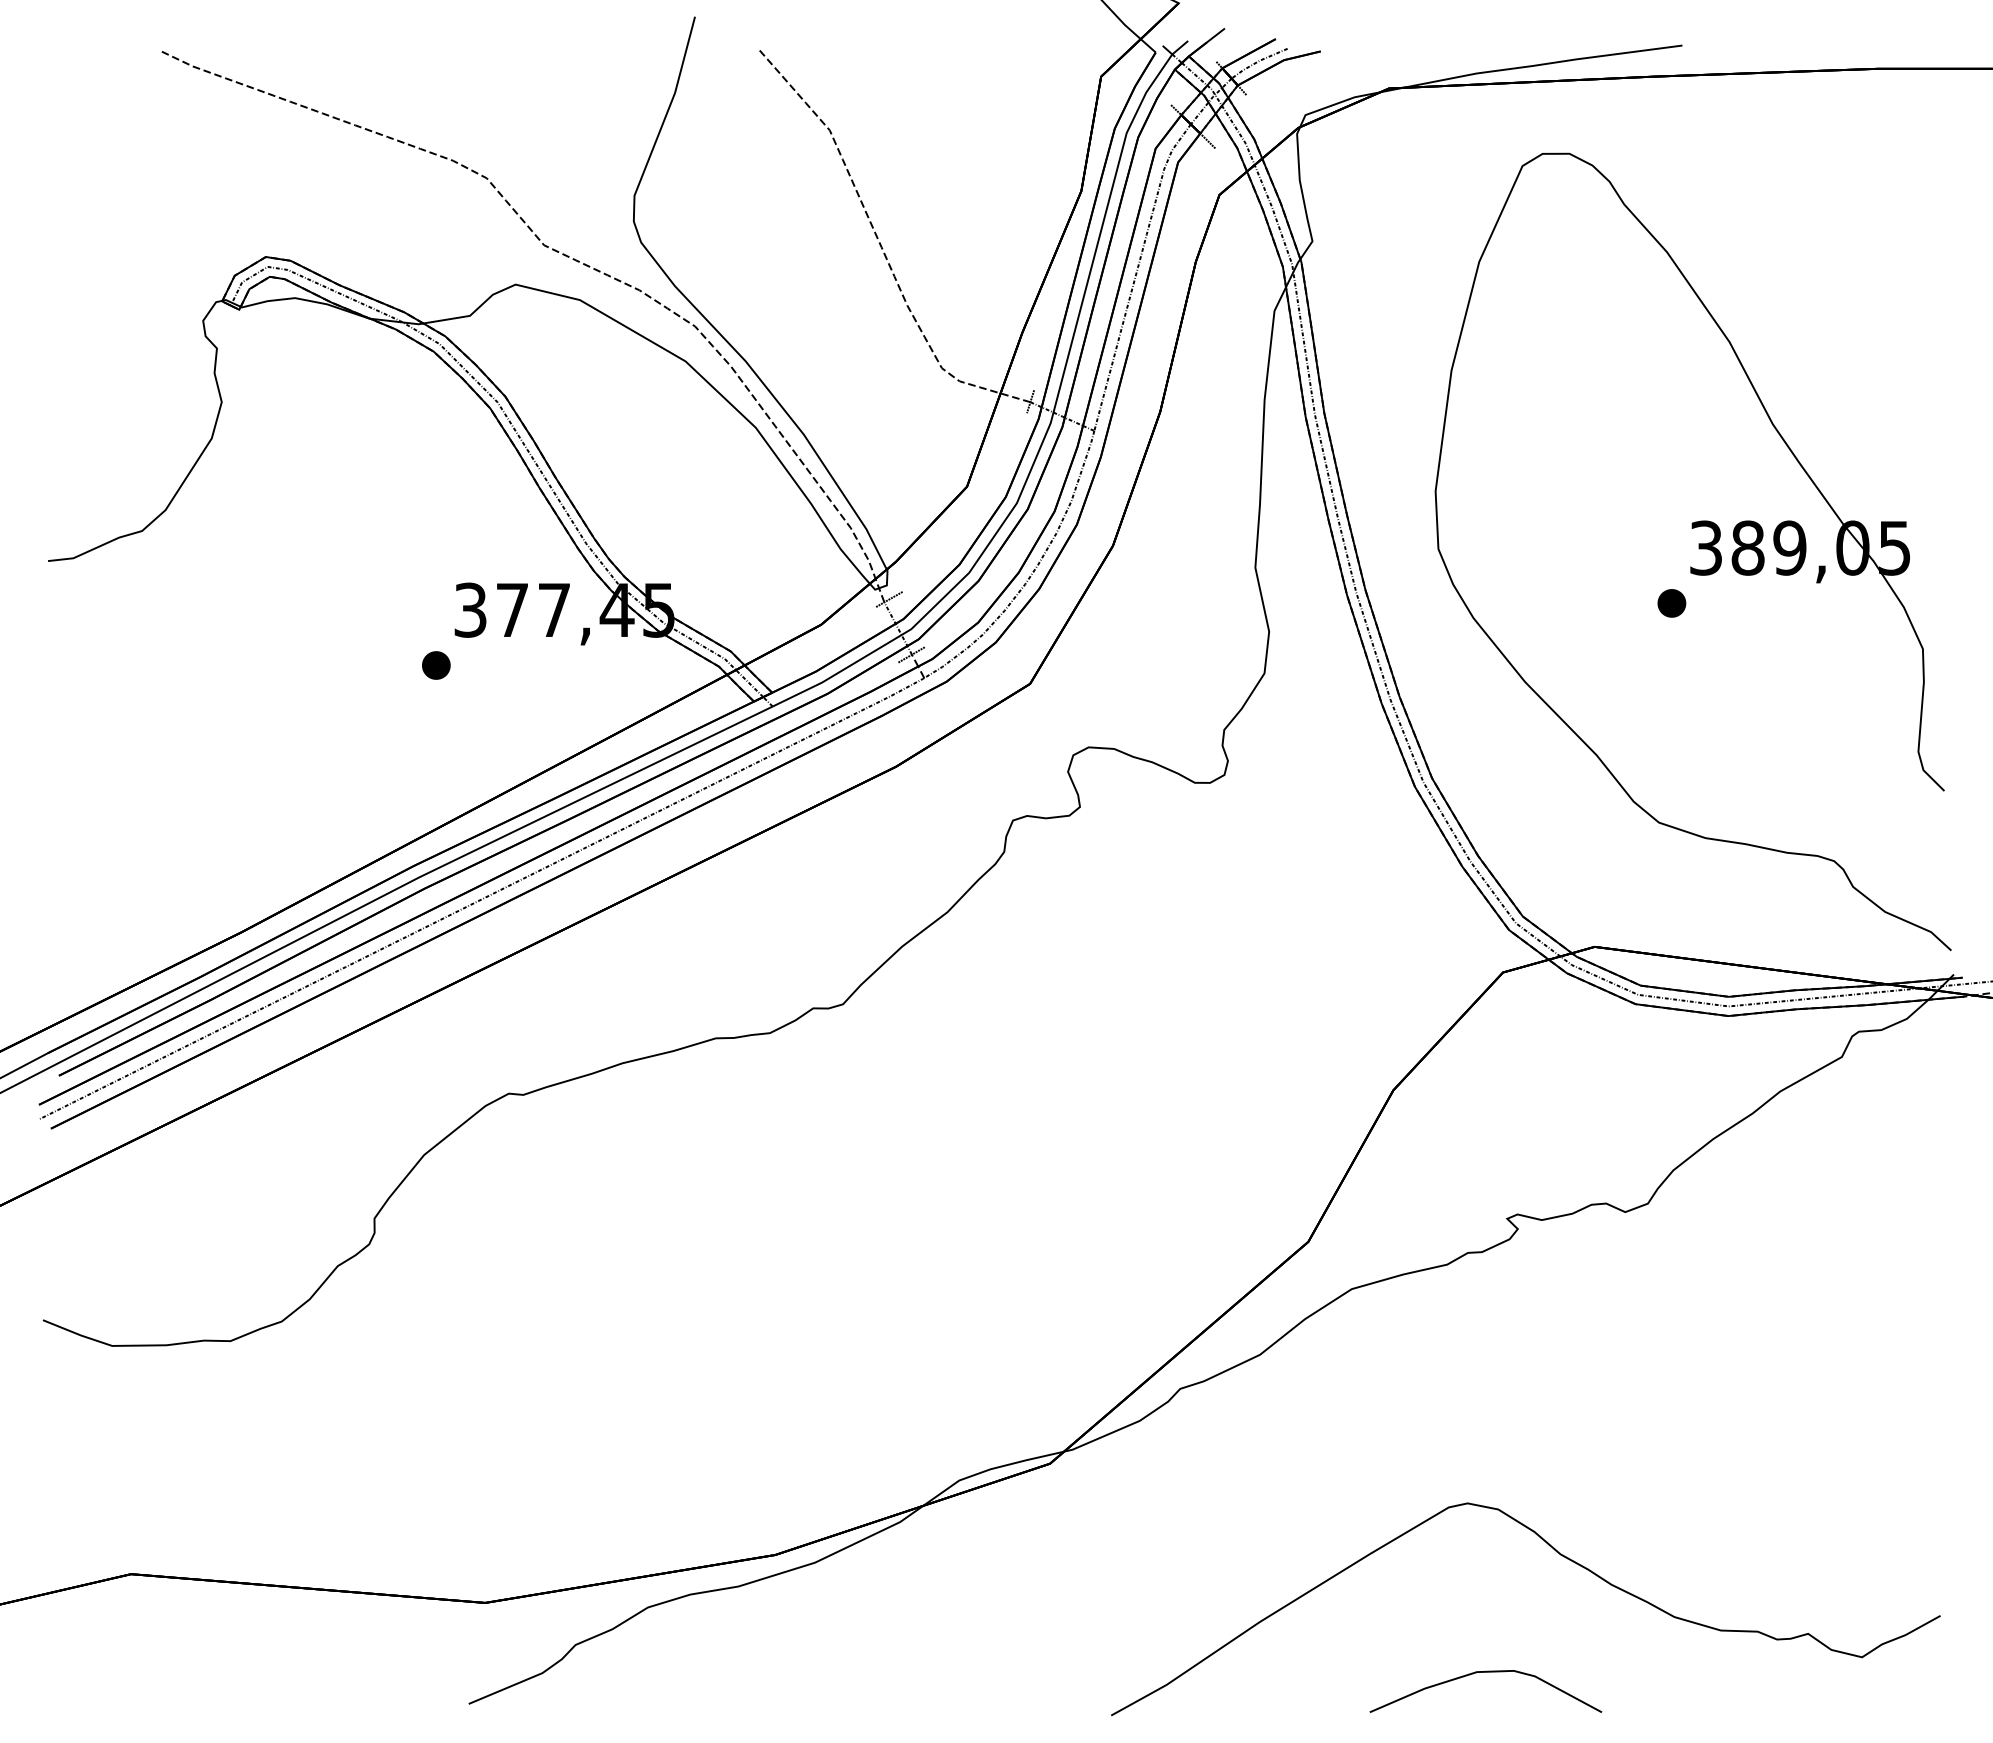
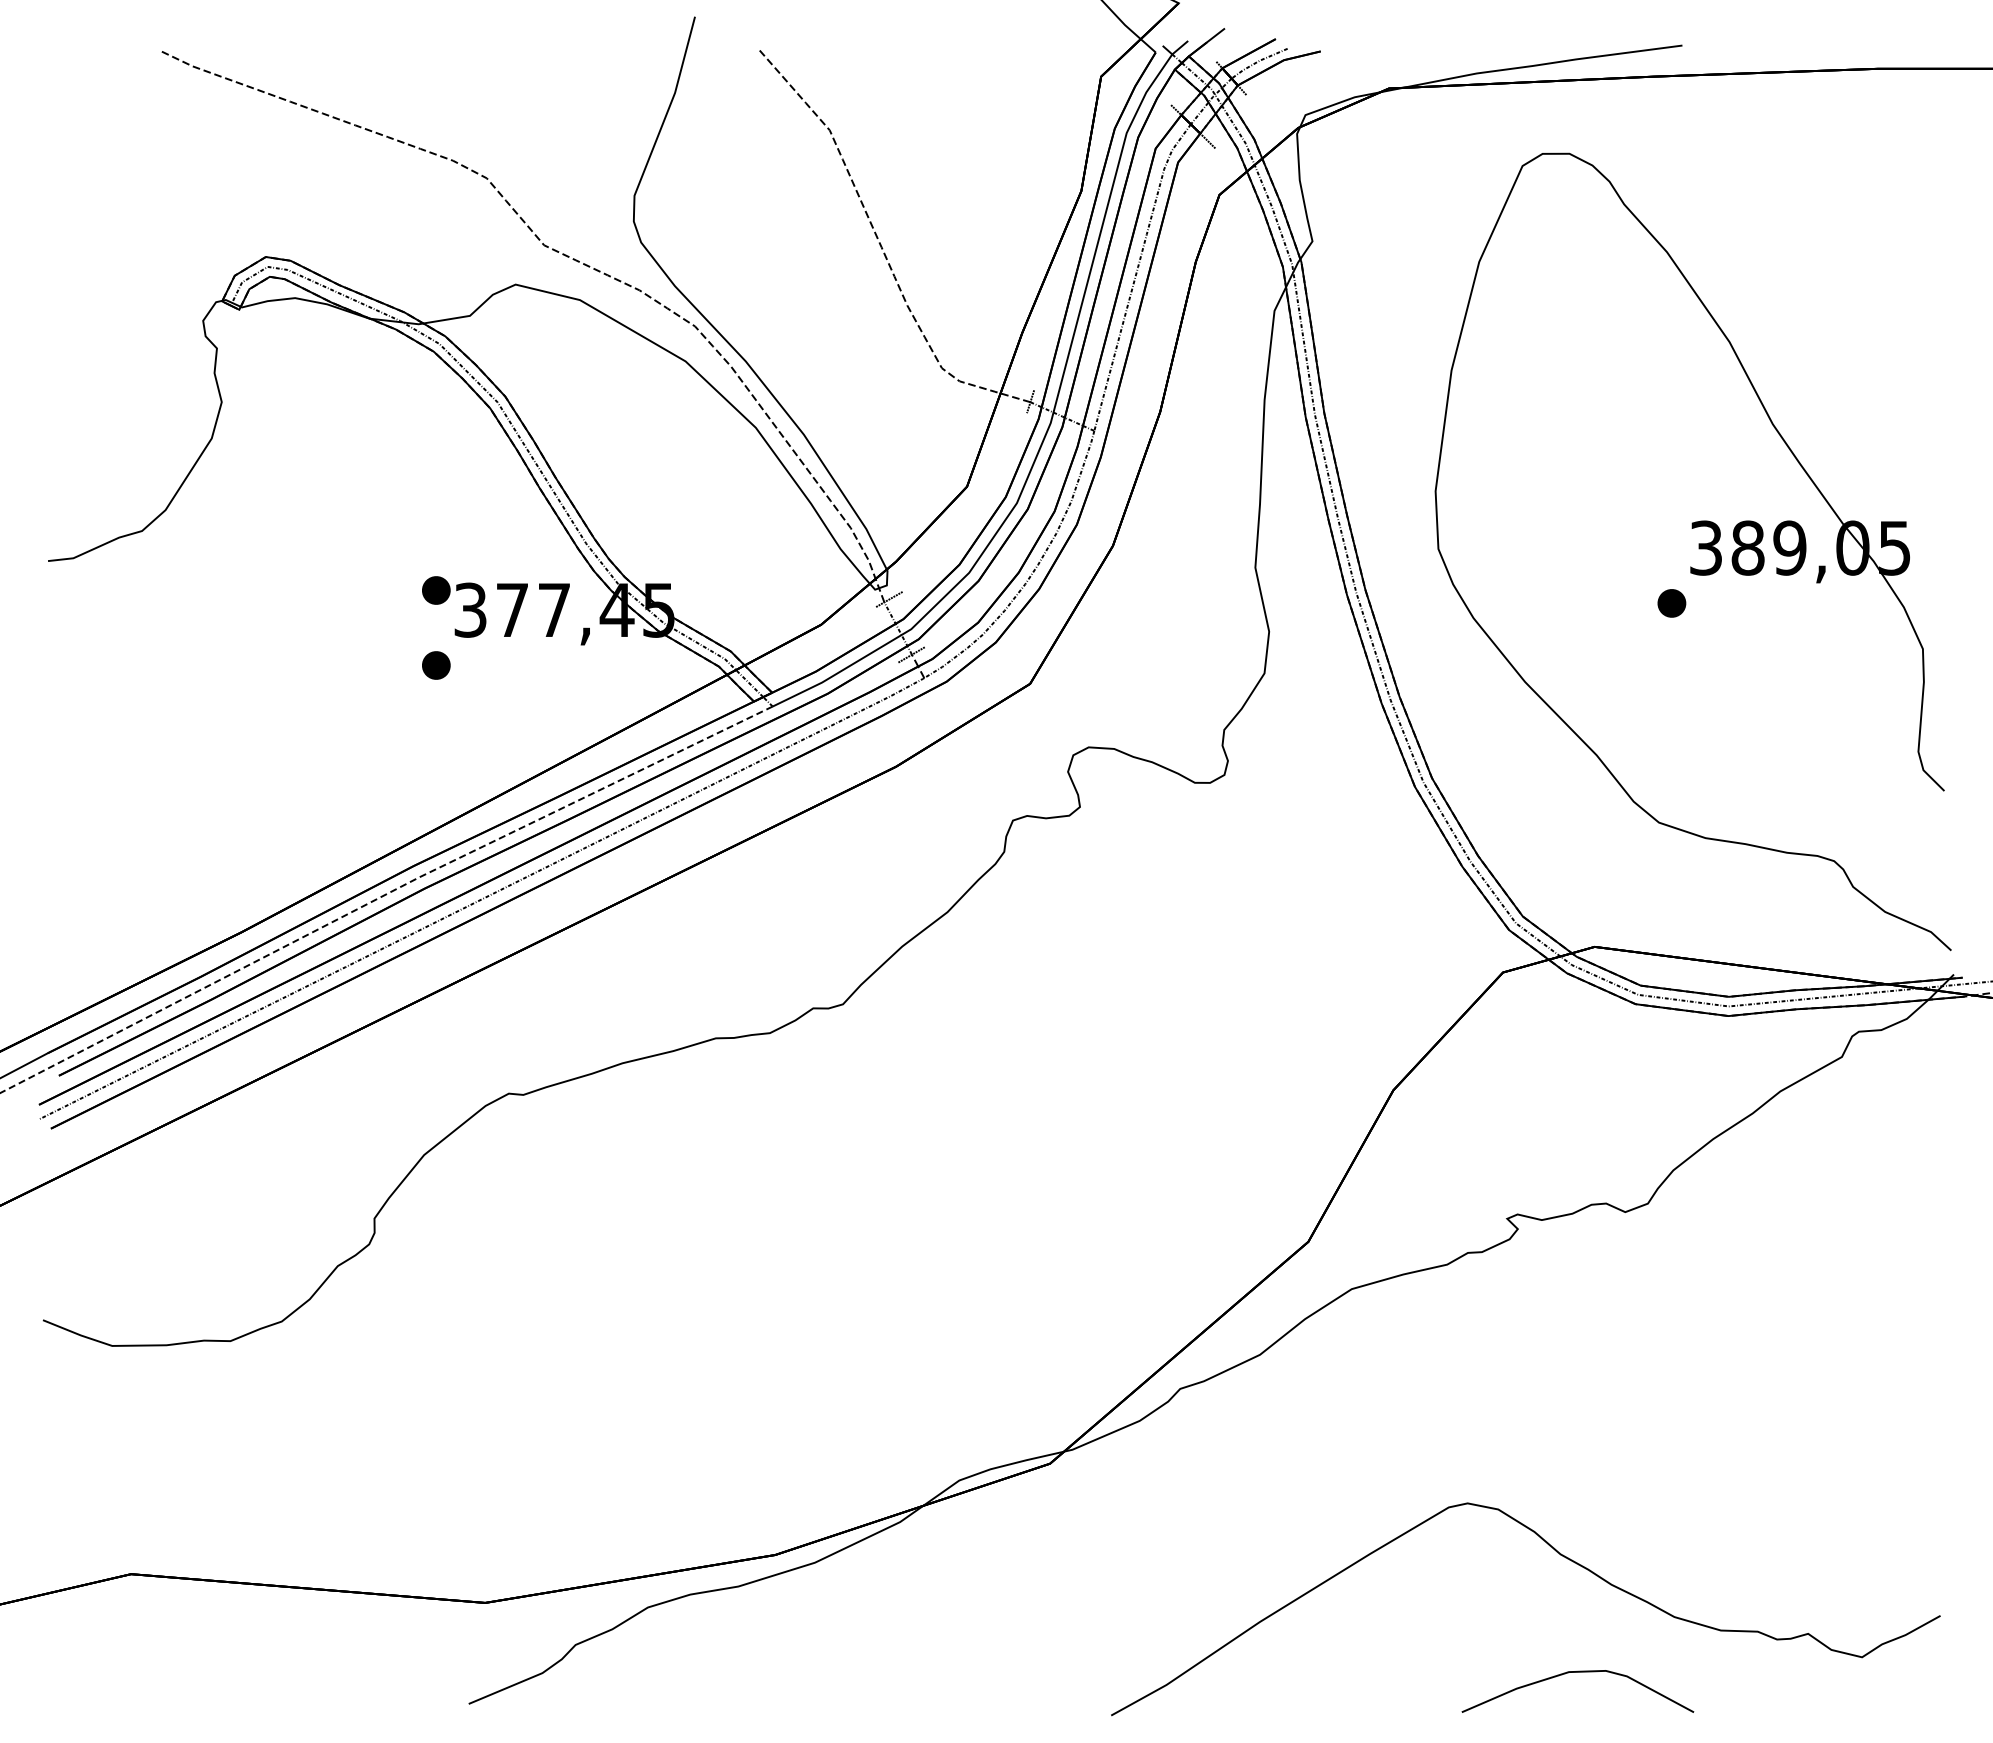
part at (436, 590): none -> present
line at (384, 895): solid -> dashed
part at (1485, 1672) position: (1485, 1672) -> (1577, 1672)
